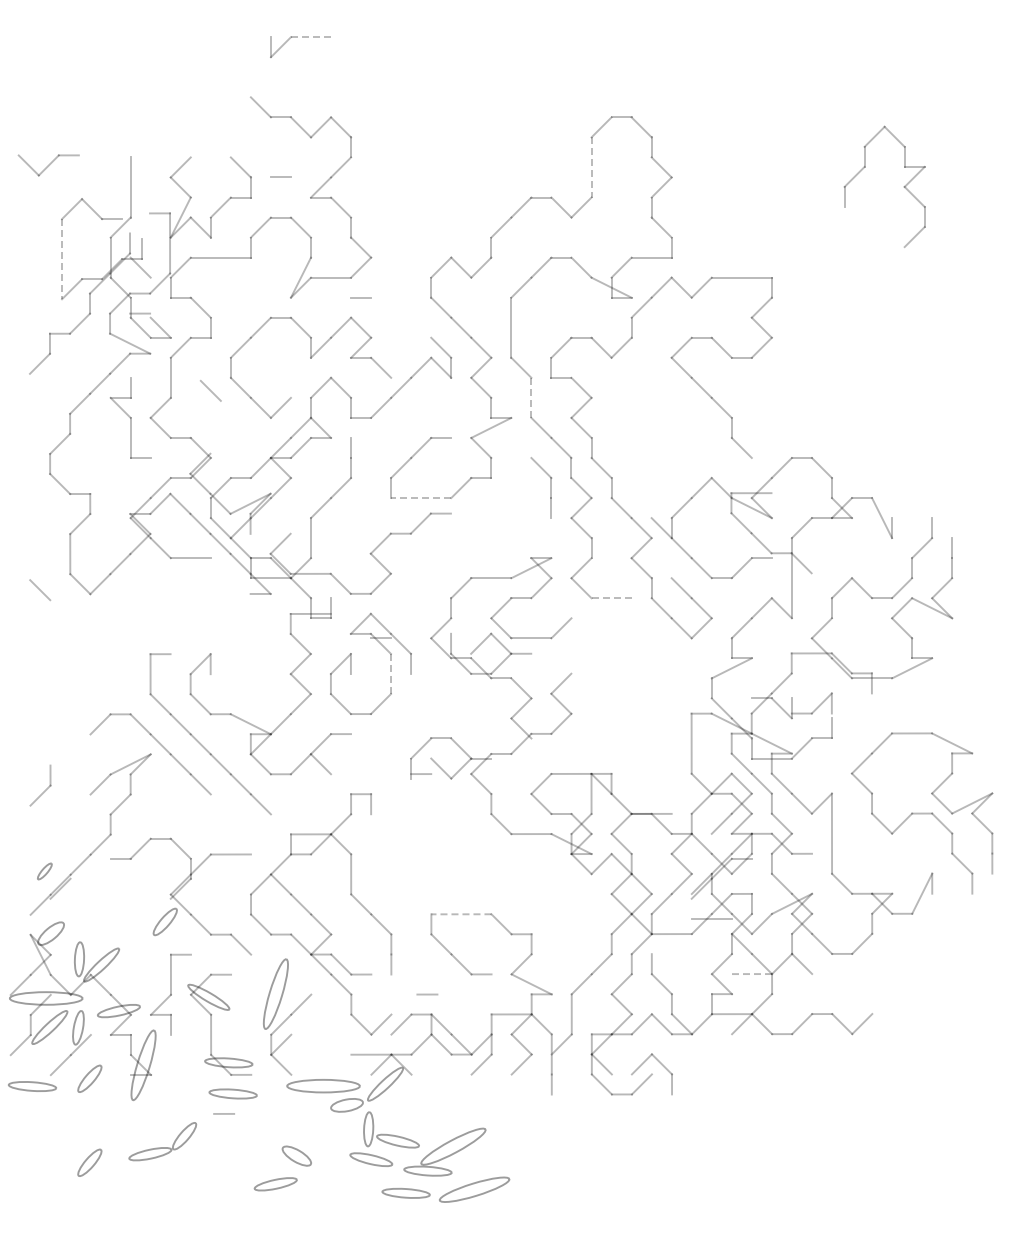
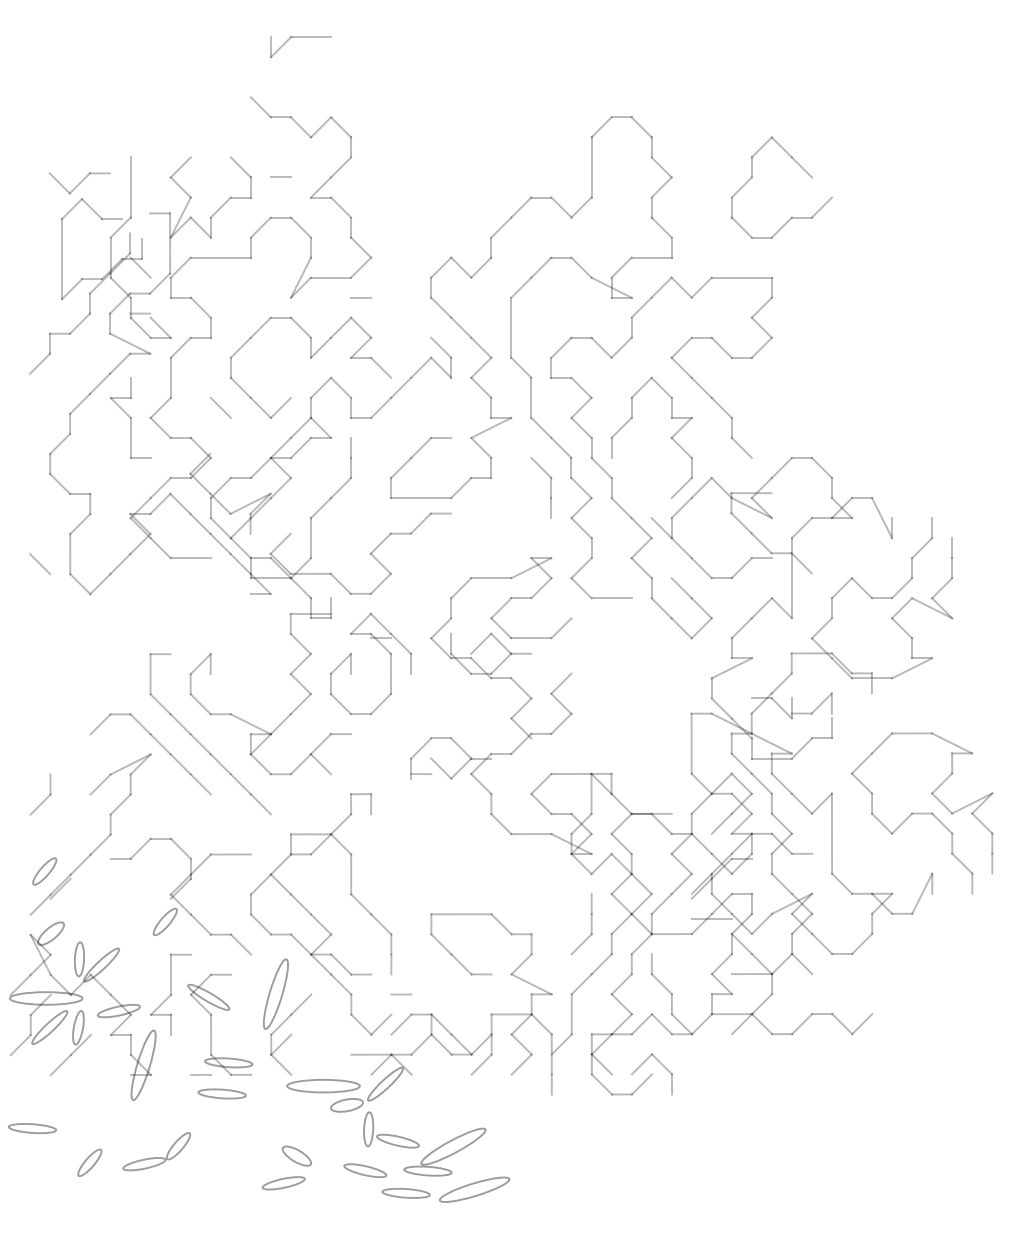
line at (311, 37): dashed -> solid
part at (48, 165) position: (48, 165) -> (79, 183)
line at (591, 167): dashed -> solid
part at (801, 167): none -> present
part at (903, 186) position: (903, 186) -> (670, 437)
line at (62, 259): dashed -> solid
line at (210, 390) position: (210, 390) -> (220, 407)
line at (531, 397): dashed -> solid
line at (420, 498): dashed -> solid
line at (39, 589) position: (39, 589) -> (39, 563)
line at (611, 598): dashed -> solid
line at (391, 673): dashed -> solid
part at (45, 789) position: (45, 789) -> (45, 798)
part at (44, 871) size: 16x19 px -> 26x29 px
line at (460, 914): dashed -> solid
part at (591, 923): none -> present
line at (752, 974): dashed -> solid
line at (426, 994) position: (426, 994) -> (400, 994)
part at (89, 1078): present -> none
part at (32, 1086) position: (32, 1086) -> (32, 1128)
part at (232, 1093) position: (232, 1093) -> (221, 1093)
line at (223, 1113) position: (223, 1113) -> (200, 1074)
part at (162, 1141) position: (162, 1141) -> (156, 1151)
part at (370, 1159) position: (370, 1159) -> (364, 1170)
part at (275, 1184) position: (275, 1184) -> (283, 1183)
